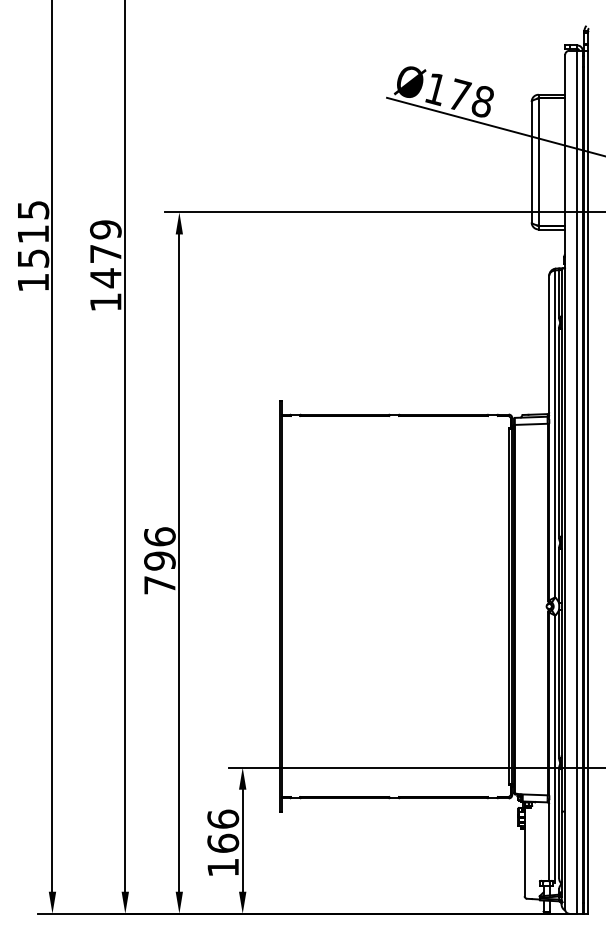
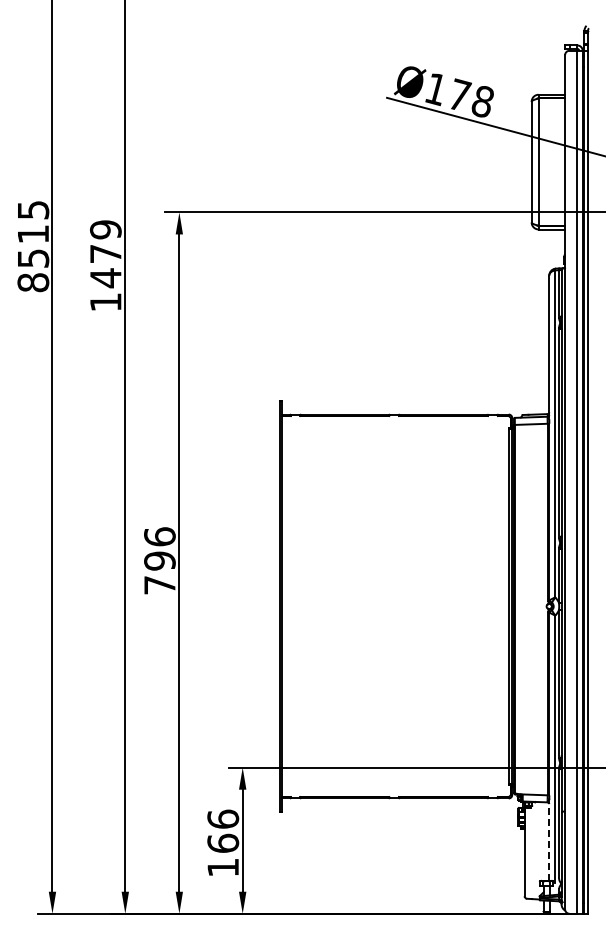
text at (33, 282): 1515 -> 8515
line at (549, 840): solid -> dashed
